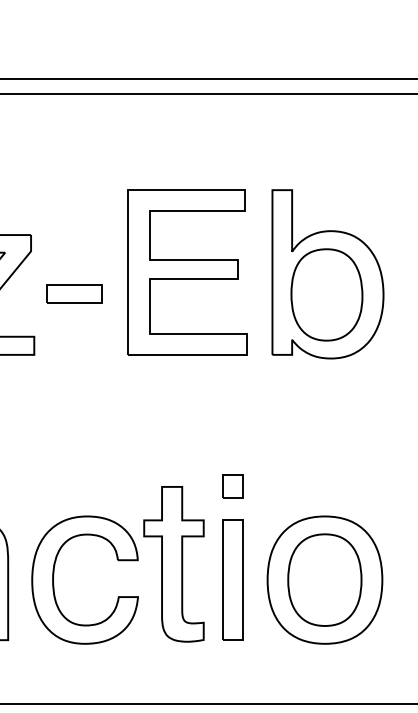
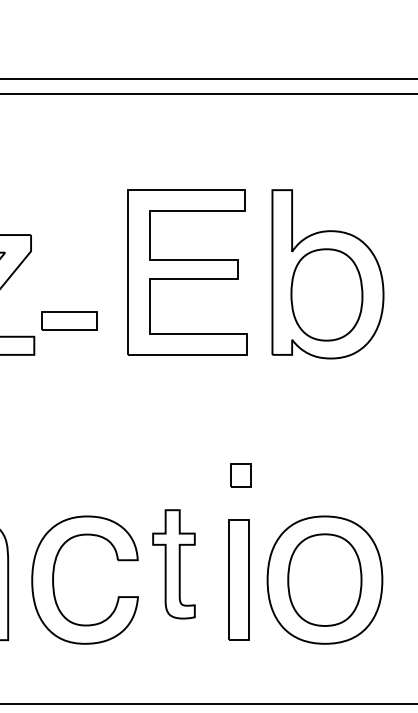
part at (74, 293) position: (74, 293) -> (69, 320)
part at (232, 486) position: (232, 486) -> (240, 475)
part at (173, 564) size: 62x157 px -> 44x111 px
part at (232, 579) position: (232, 579) -> (238, 579)
